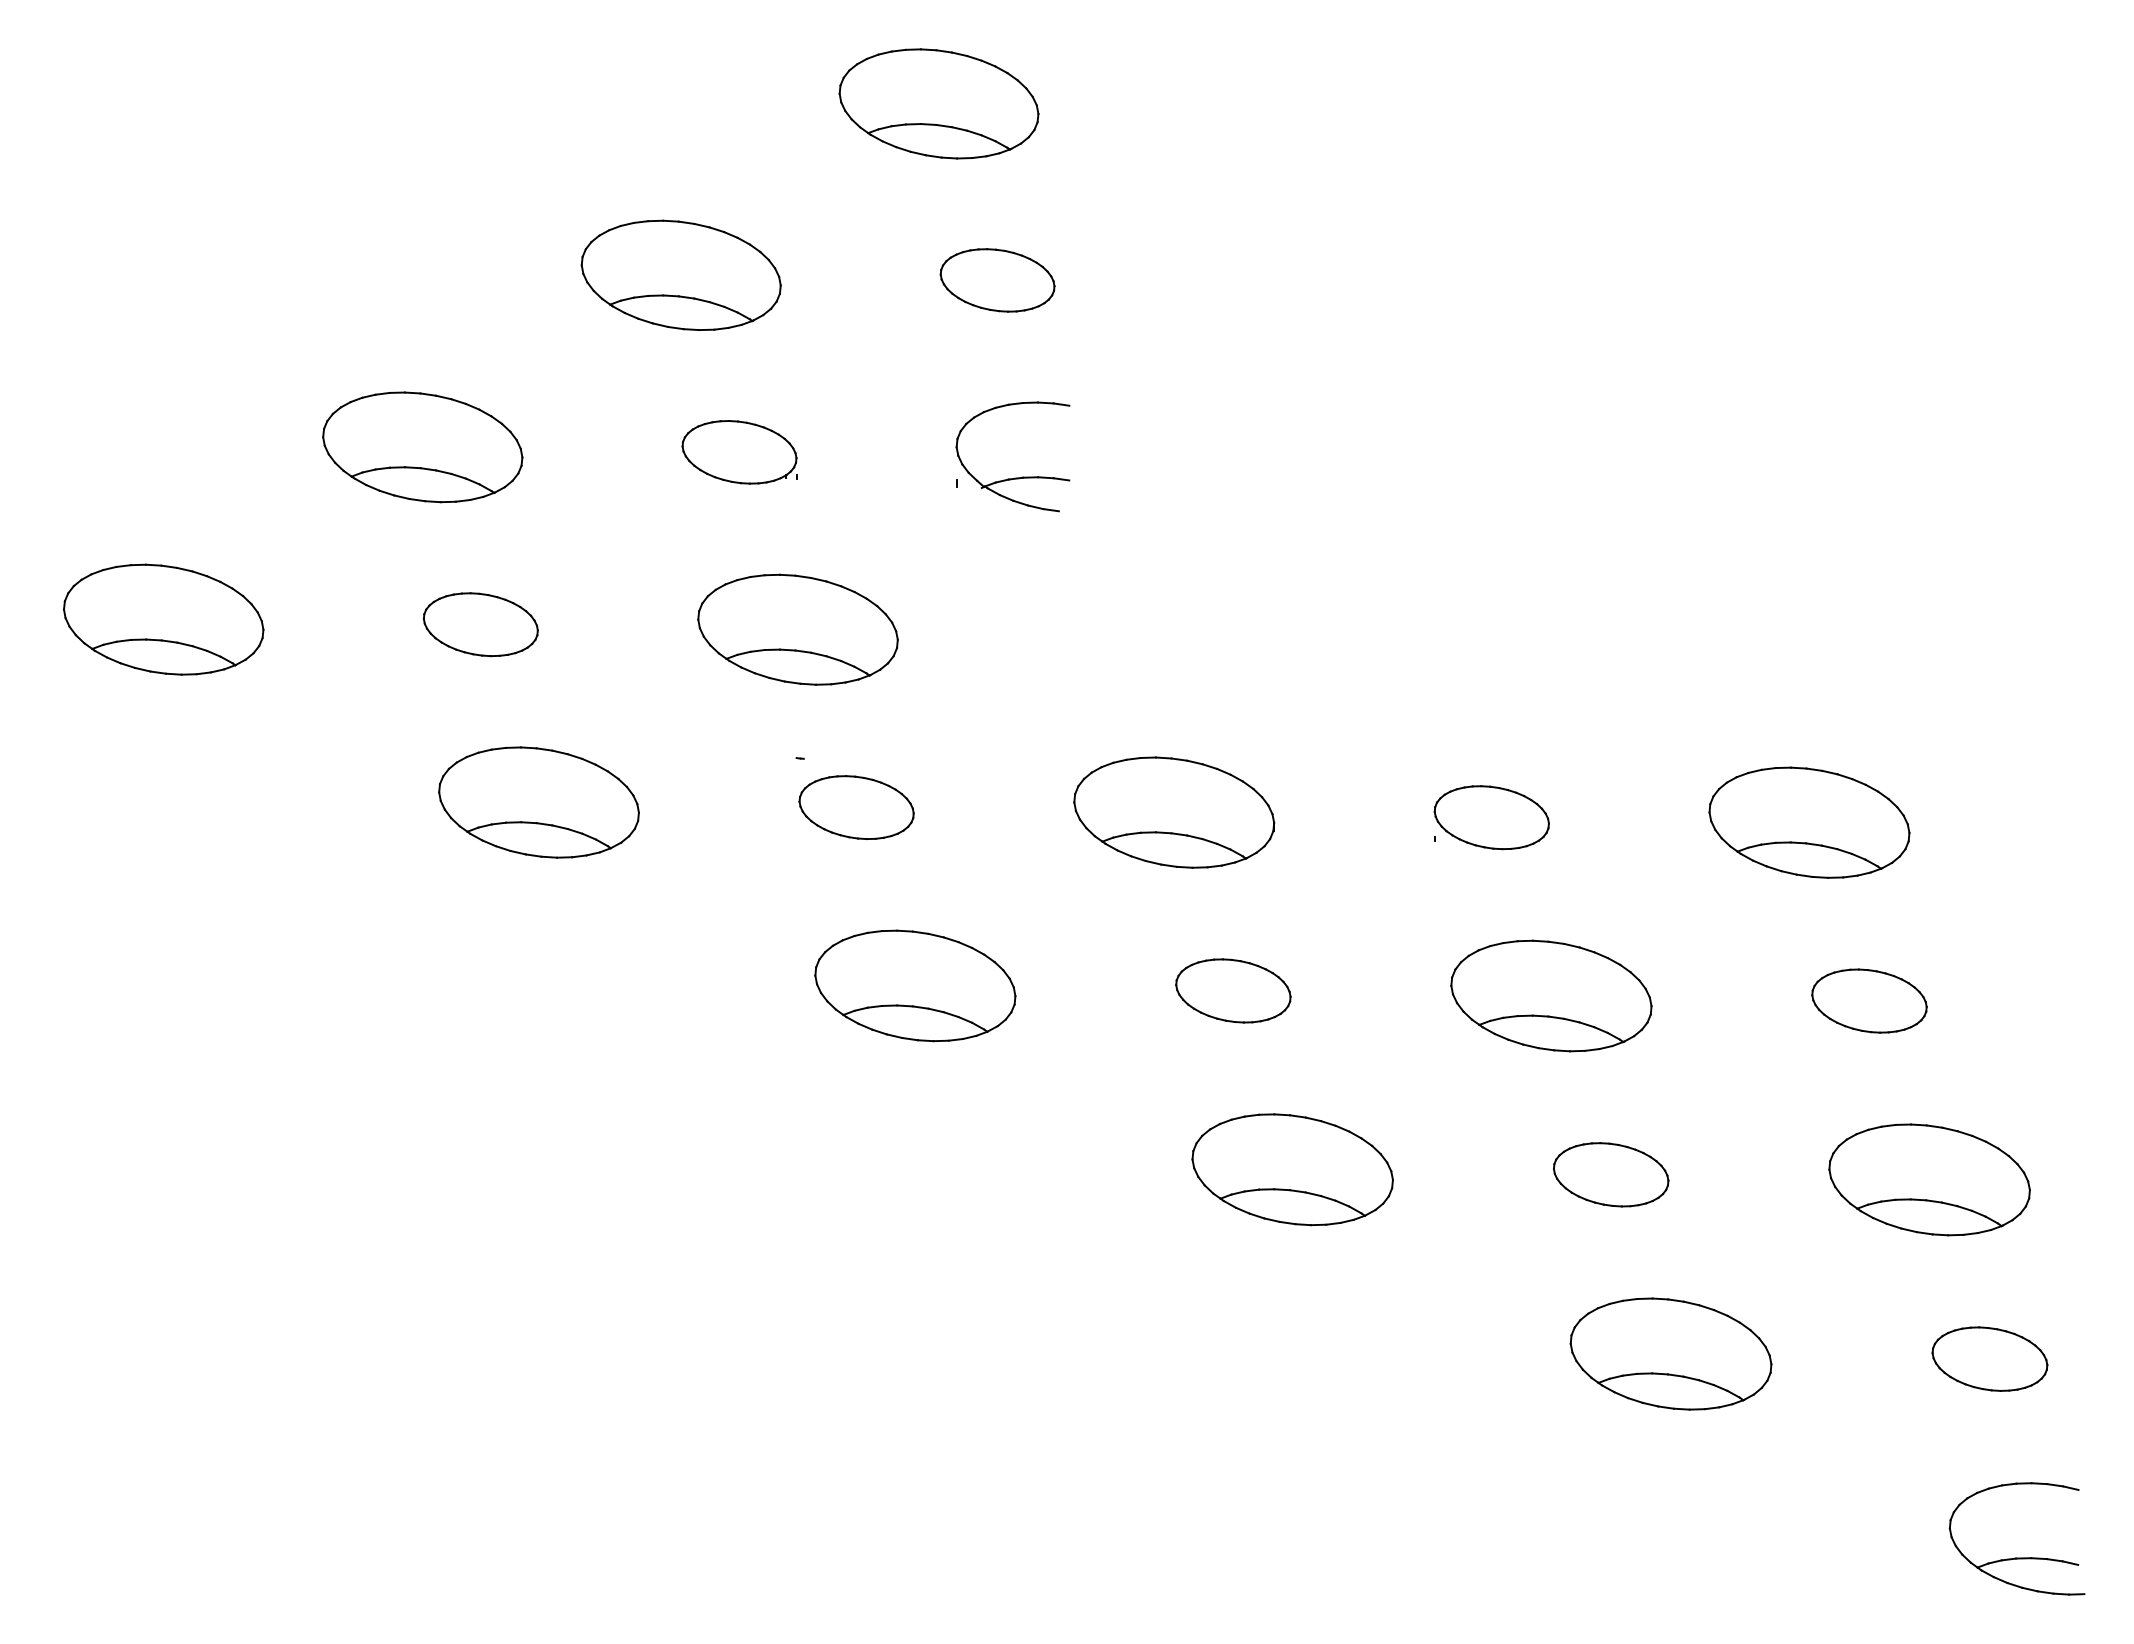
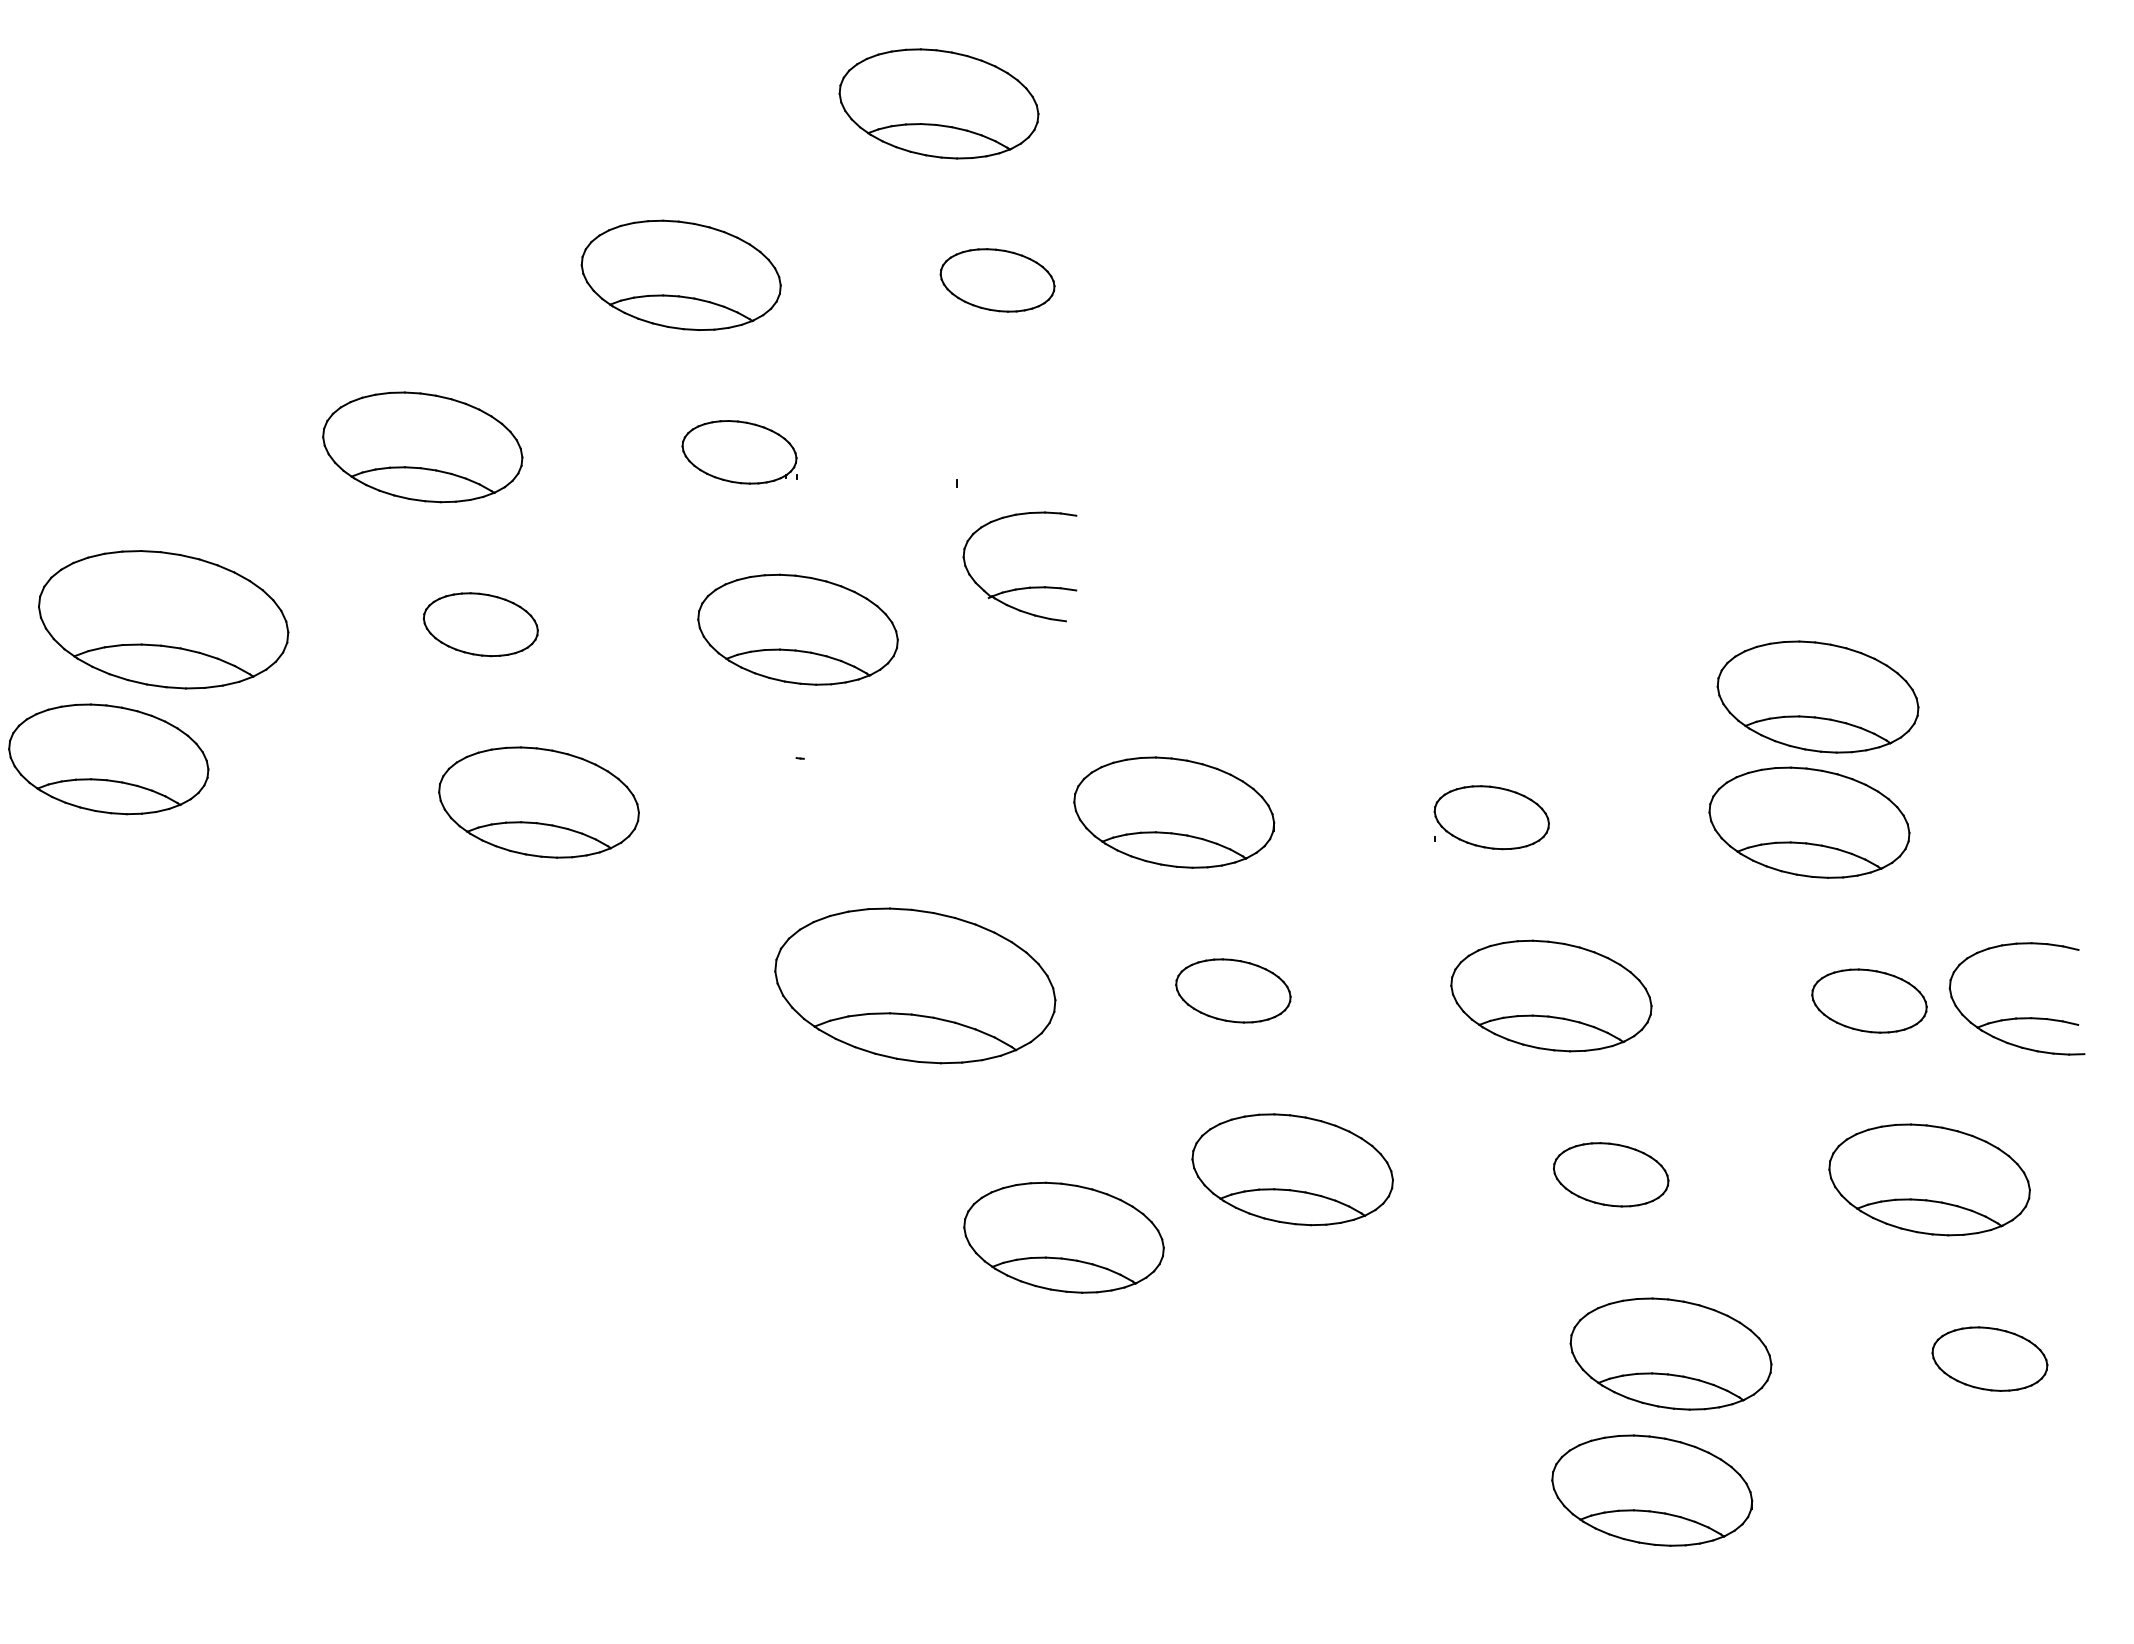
part at (1014, 477) position: (1014, 477) -> (1021, 587)
part at (163, 619) size: 202x113 px -> 252x140 px
part at (1817, 696): none -> present
part at (108, 759): none -> present
part at (856, 807): present -> none
part at (915, 985) size: 203x114 px -> 283x158 px
part at (1063, 1237): none -> present
part at (1652, 1490): none -> present
part at (2016, 1557) position: (2016, 1557) -> (2016, 1017)
